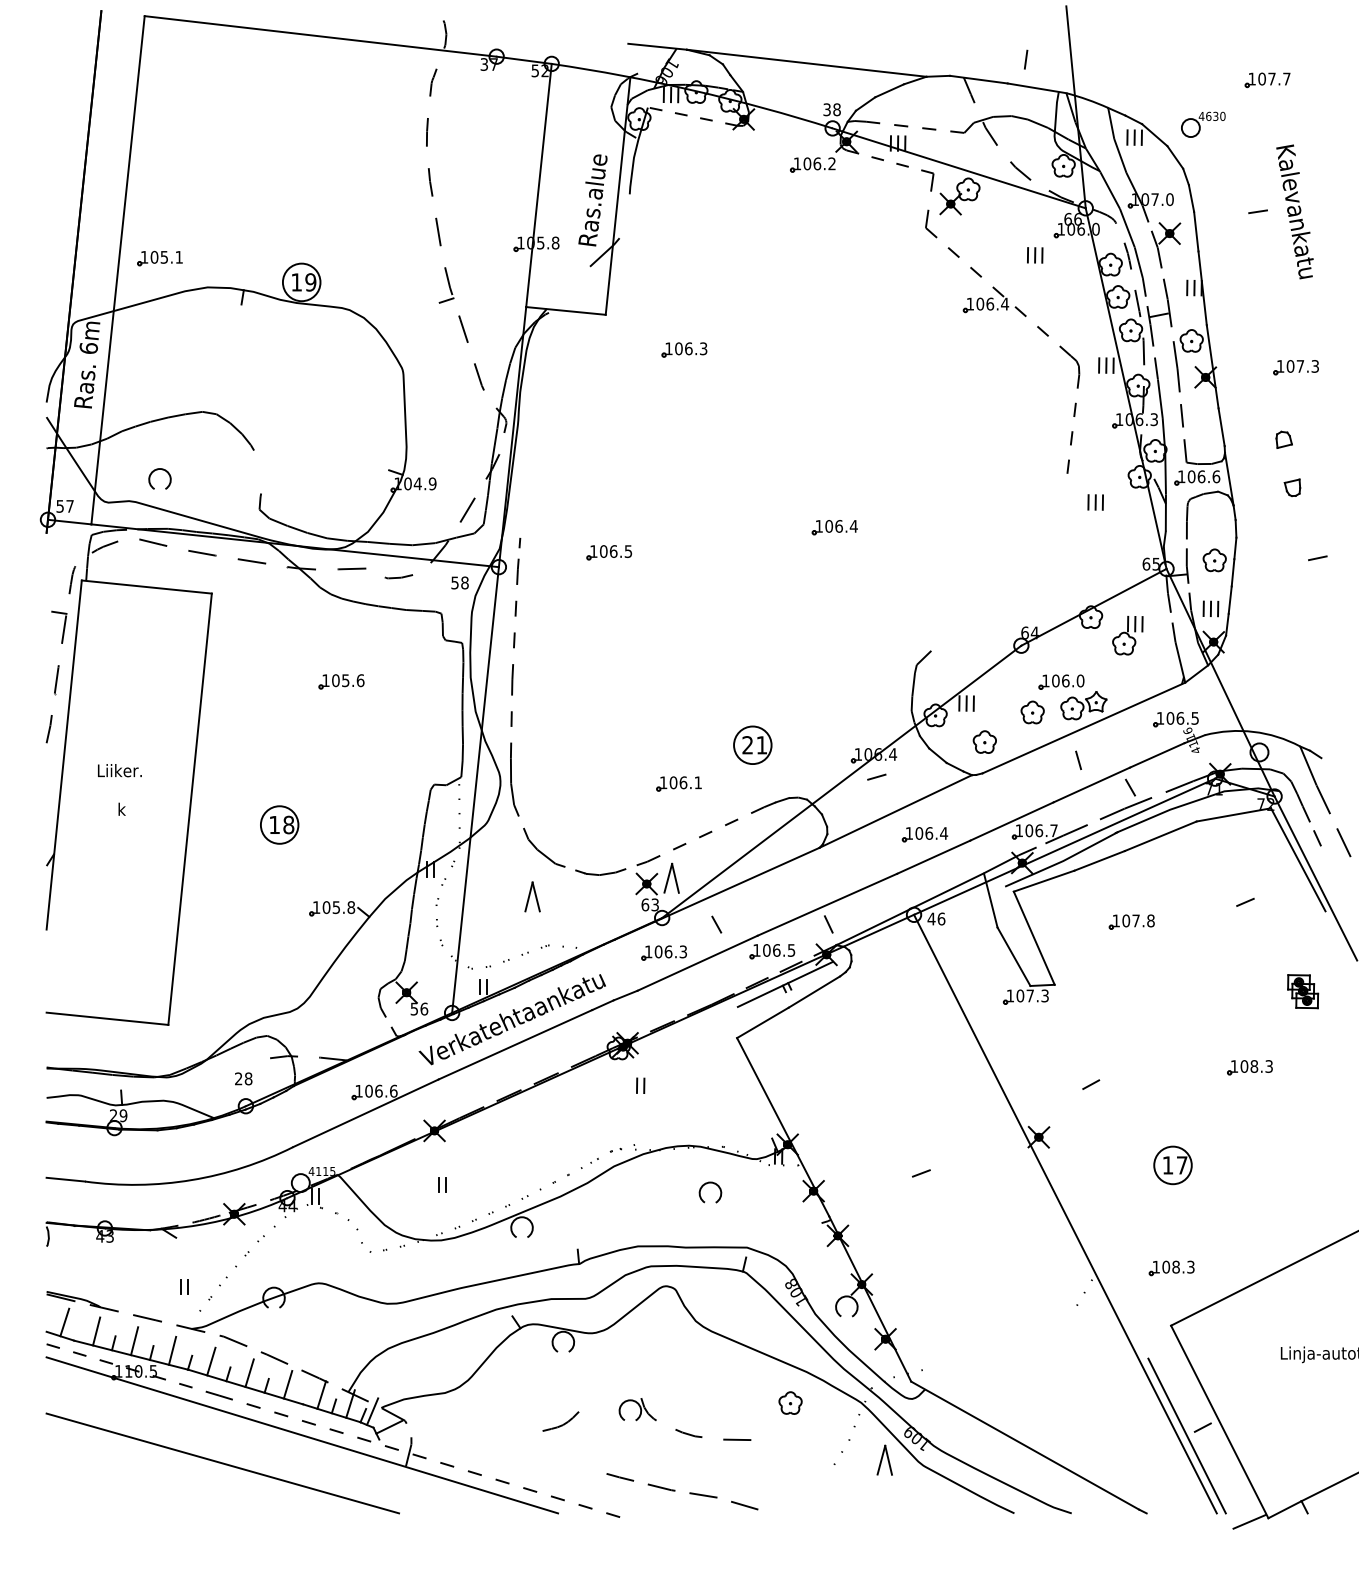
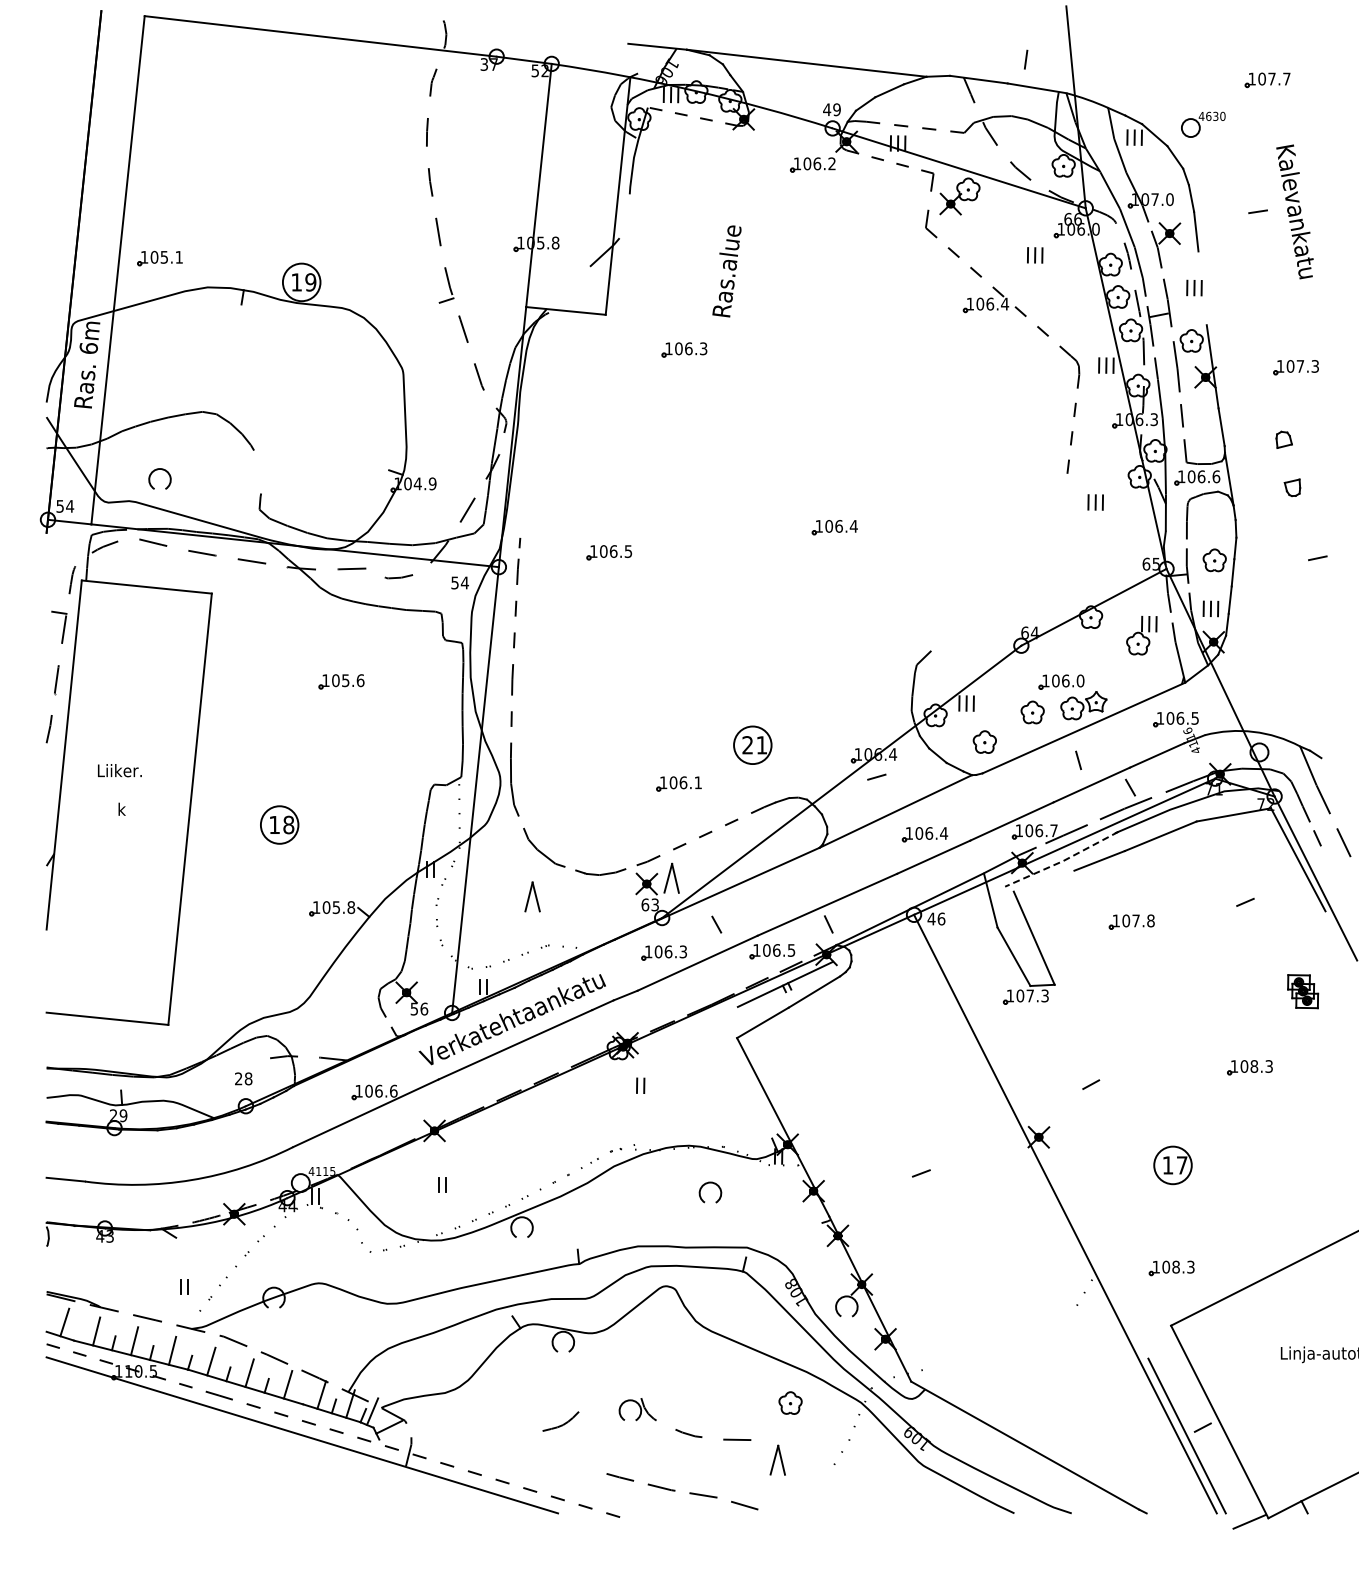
text at (831, 109): 38 -> 49
text at (592, 200) position: (592, 200) -> (726, 271)
line at (1202, 288): present -> none
text at (70, 506): 57 -> 54
text at (464, 582): 58 -> 54
part at (1127, 635) position: (1127, 635) -> (1141, 635)
line at (1063, 861): solid -> dashed
line at (1043, 880): present -> none
part at (884, 1459) position: (884, 1459) -> (777, 1459)
line at (222, 1463): present -> none
